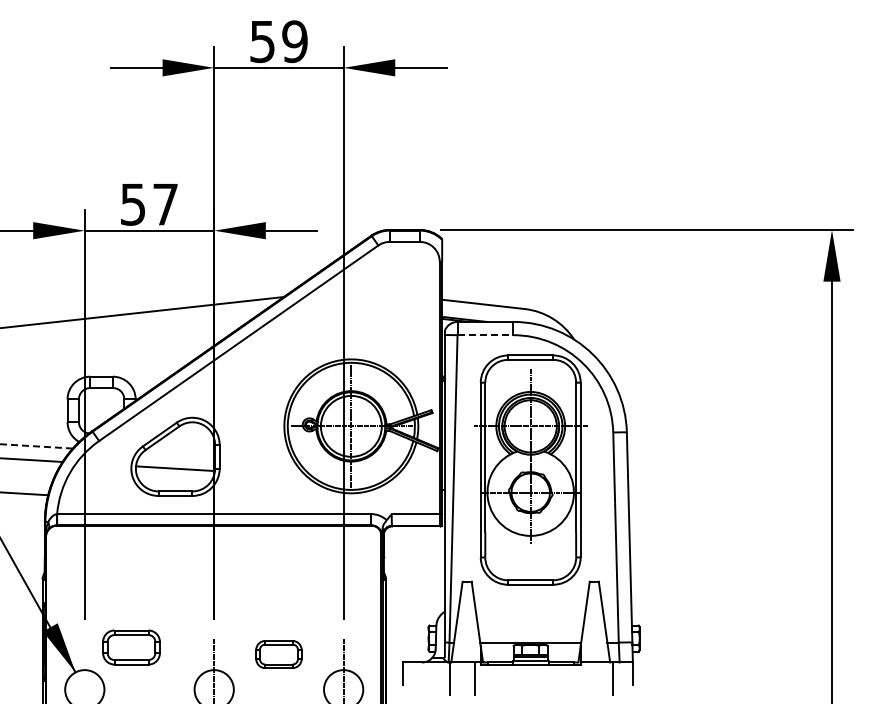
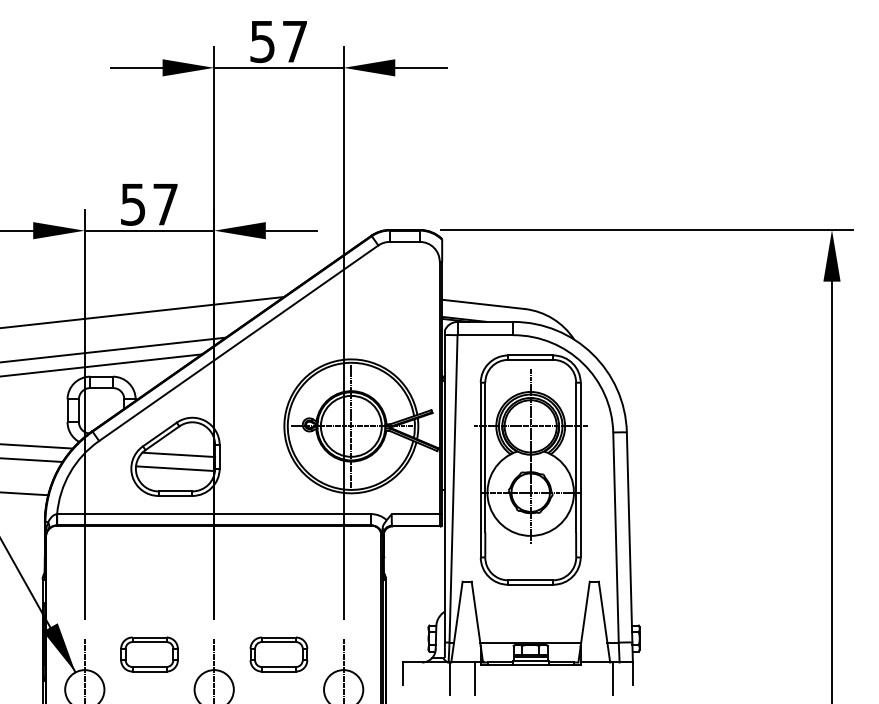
text at (294, 41): 59 -> 57
line at (485, 335): dashed -> solid
line at (114, 349): none -> present
line at (102, 365): none -> present
line at (36, 446): dashed -> solid
line at (178, 454): none -> present
part at (131, 647) position: (131, 647) -> (149, 654)
part at (278, 654) size: 48x29 px -> 60x37 px
line at (84, 669): none -> present
